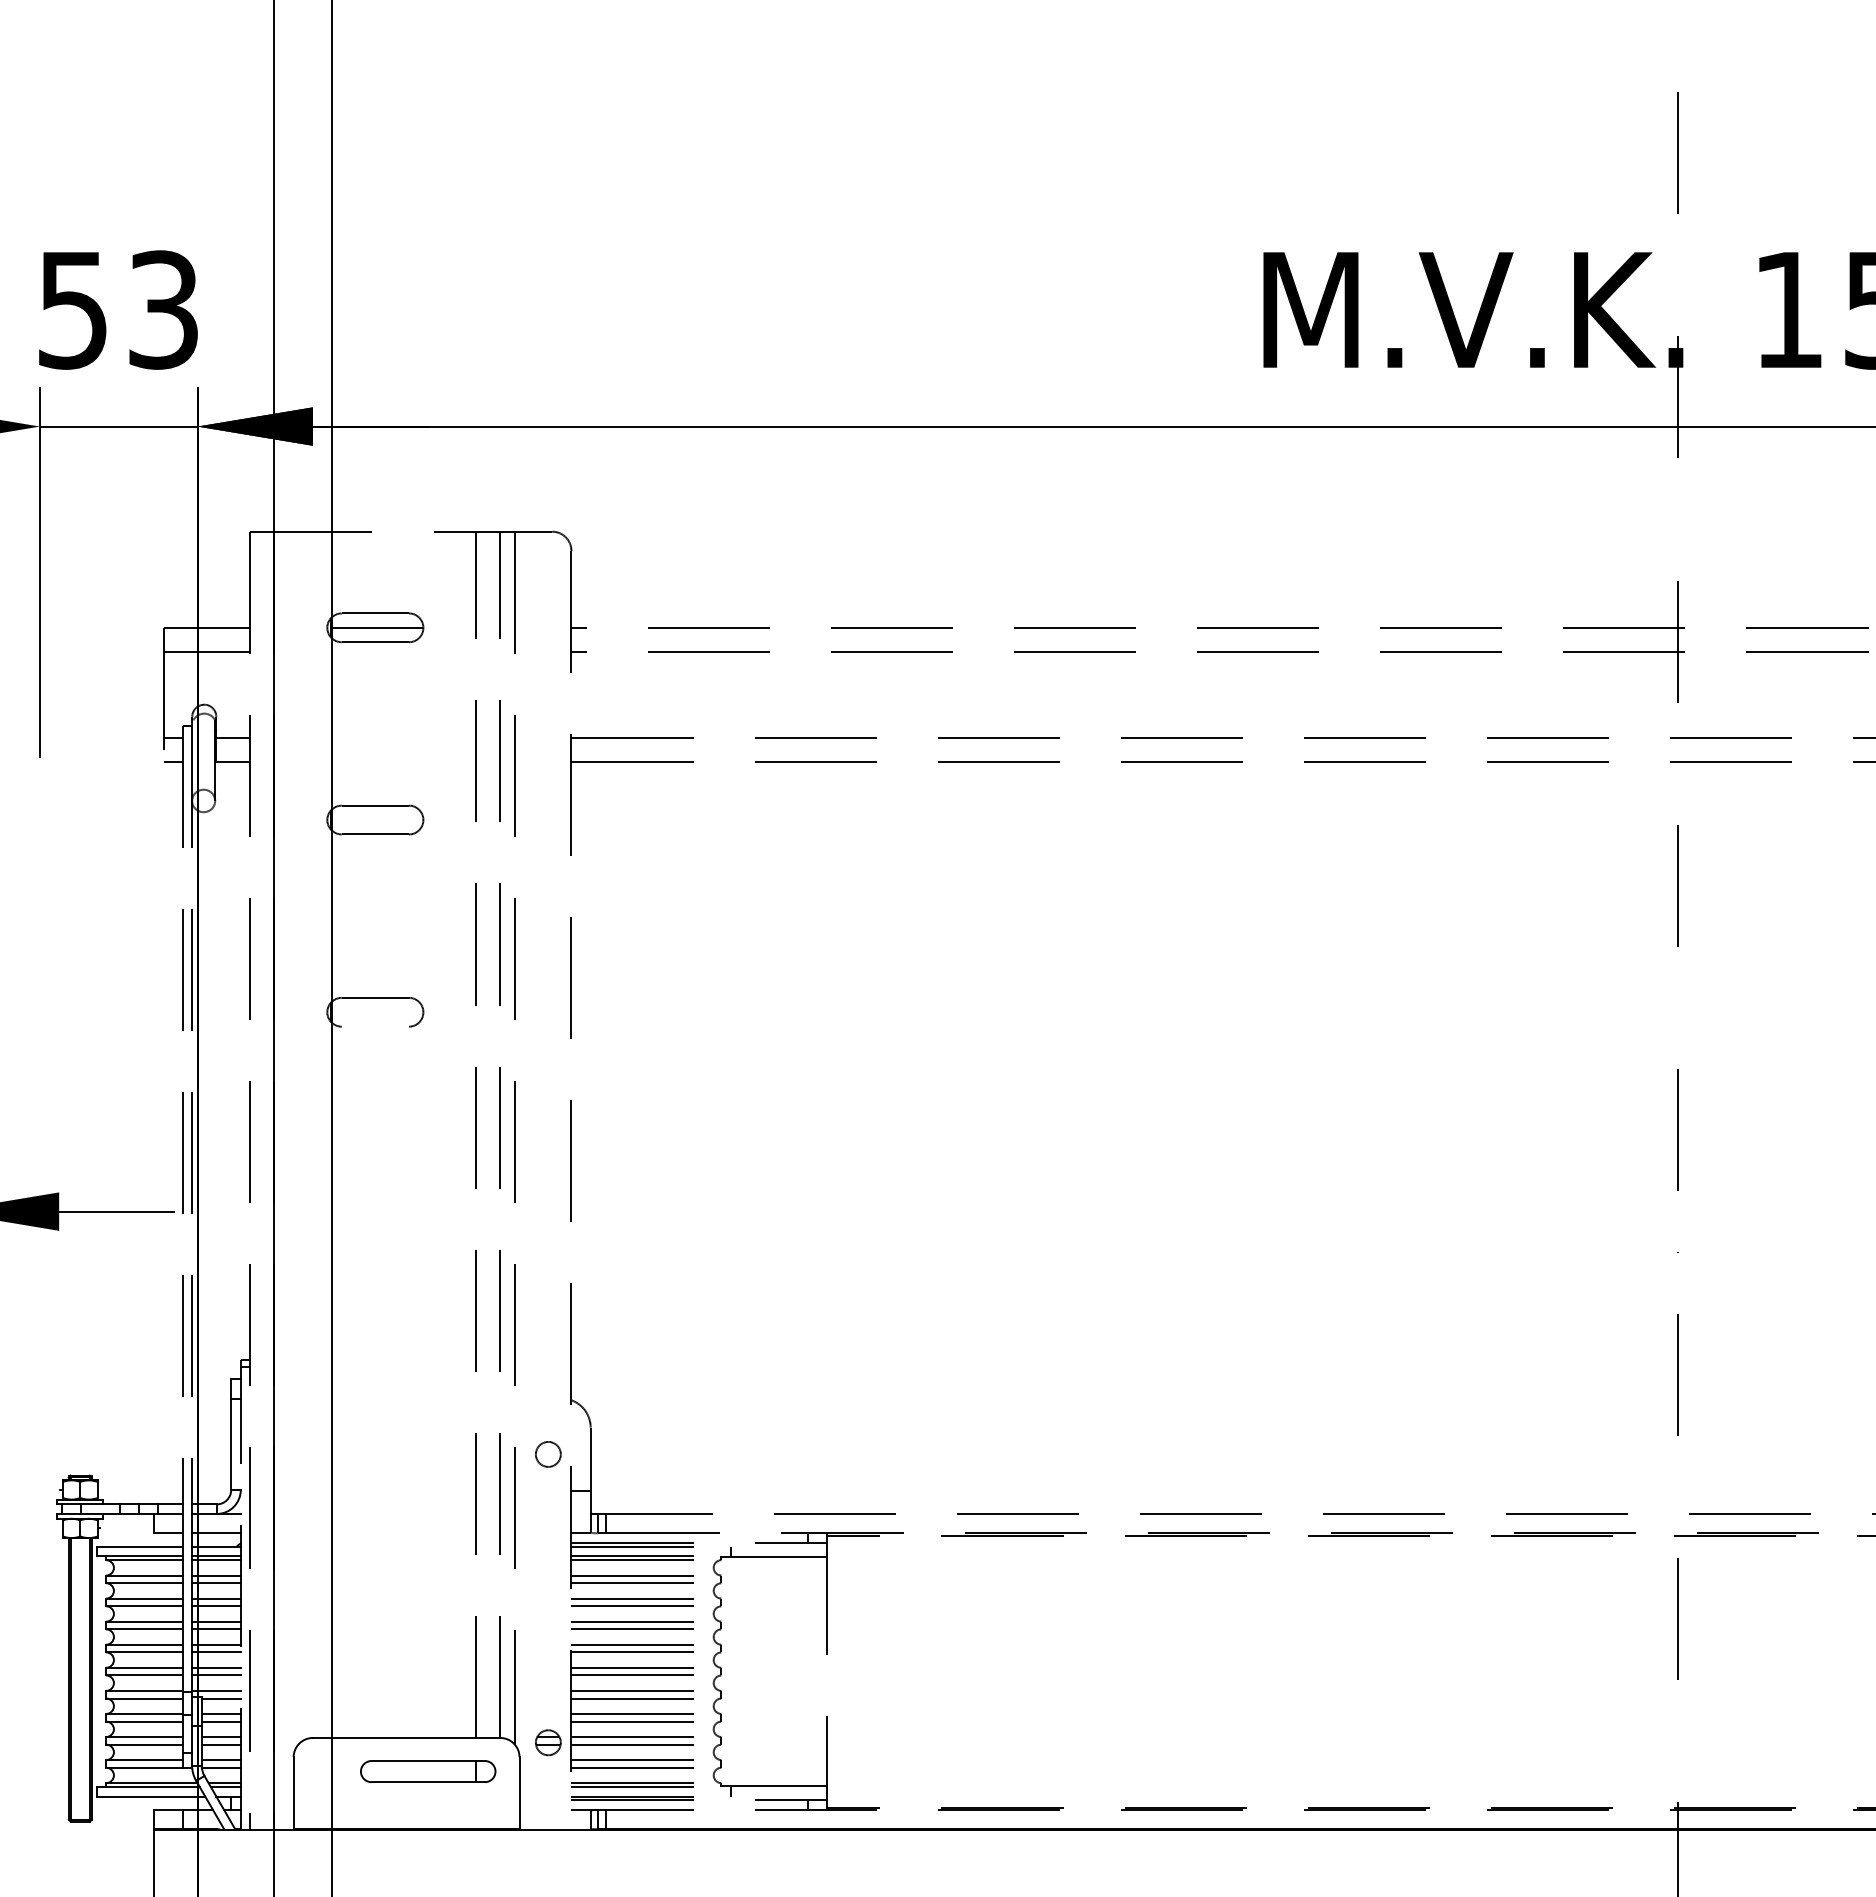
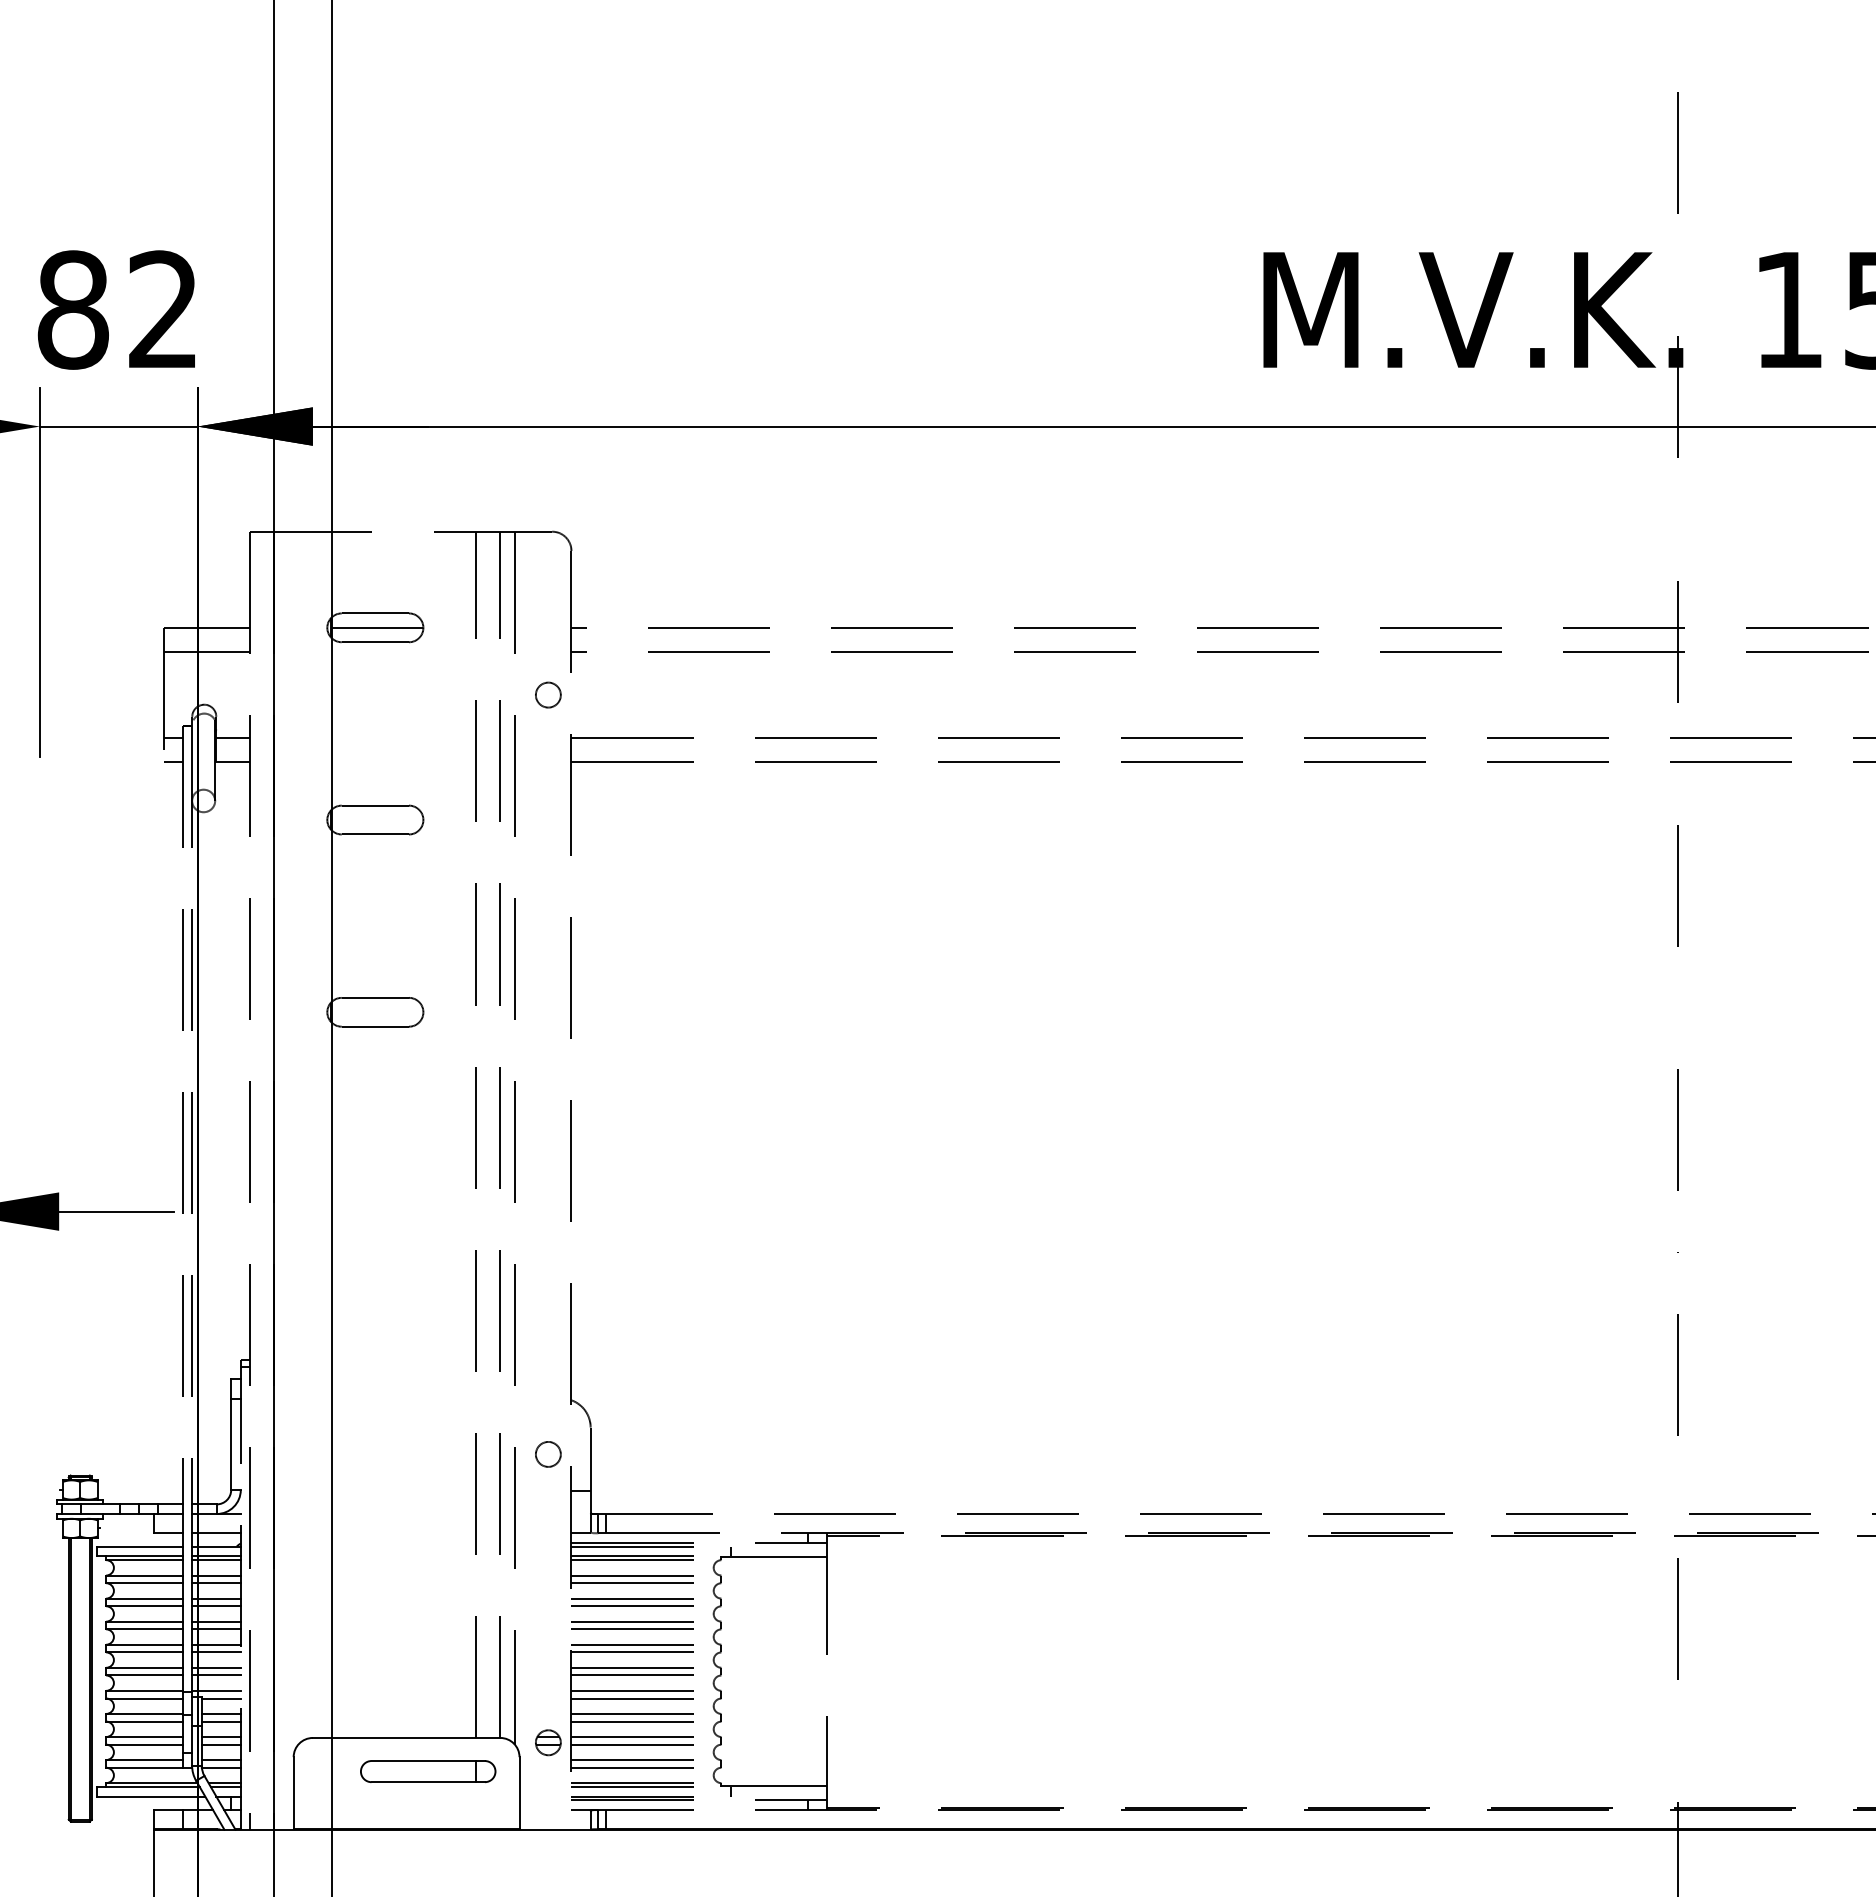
text at (117, 309): 53 -> 82
circle at (548, 694): none -> present
line at (375, 1026): none -> present
